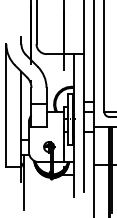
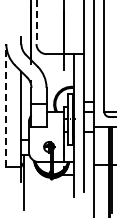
line at (36, 22): solid -> dashed
line at (6, 105): solid -> dashed
